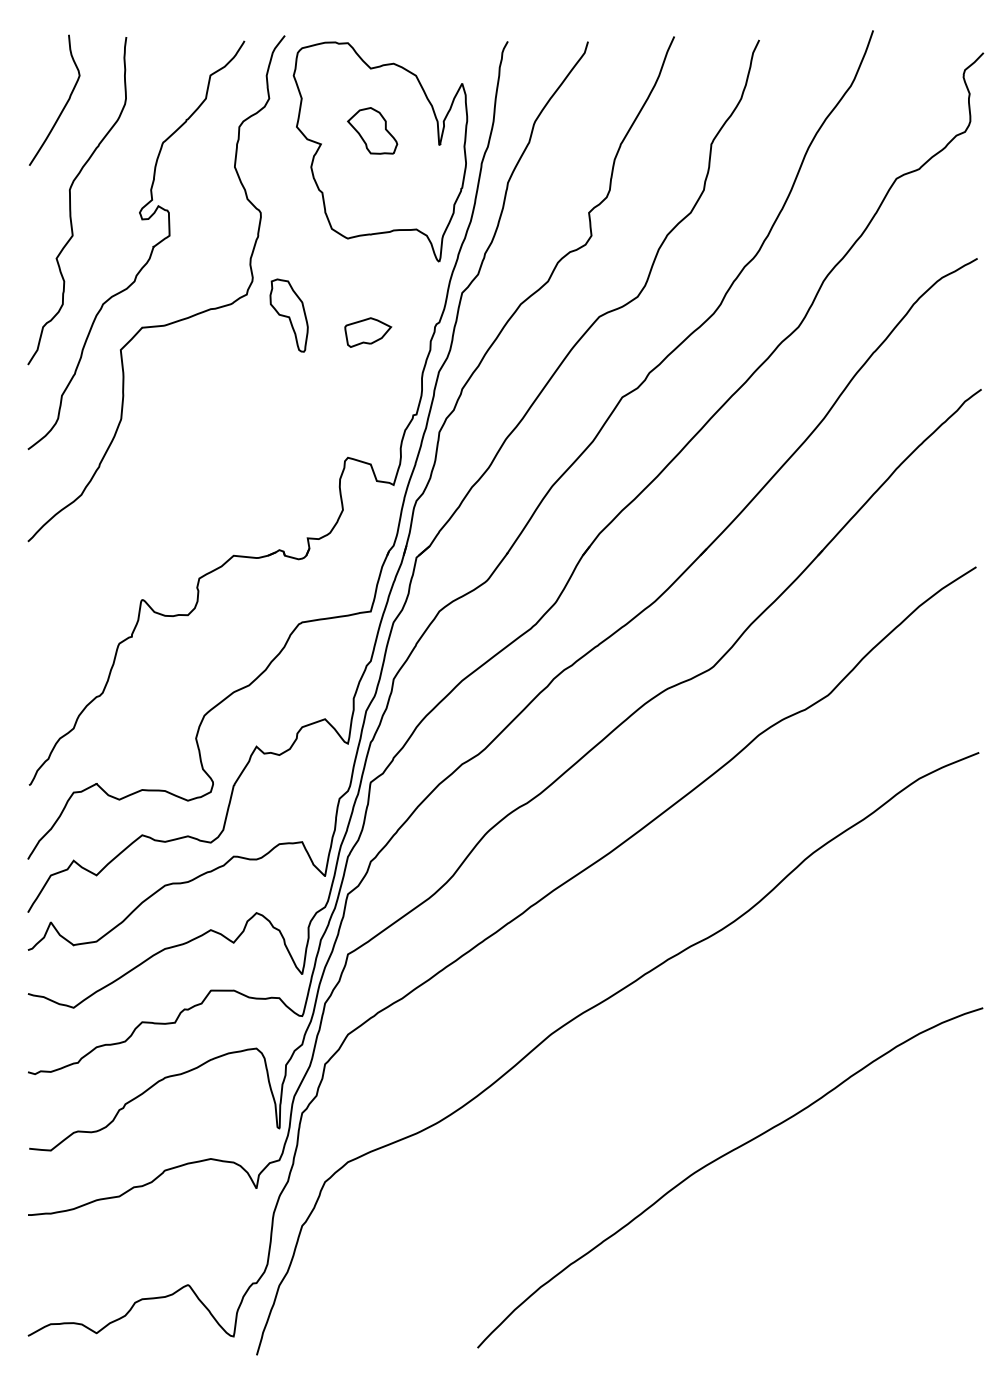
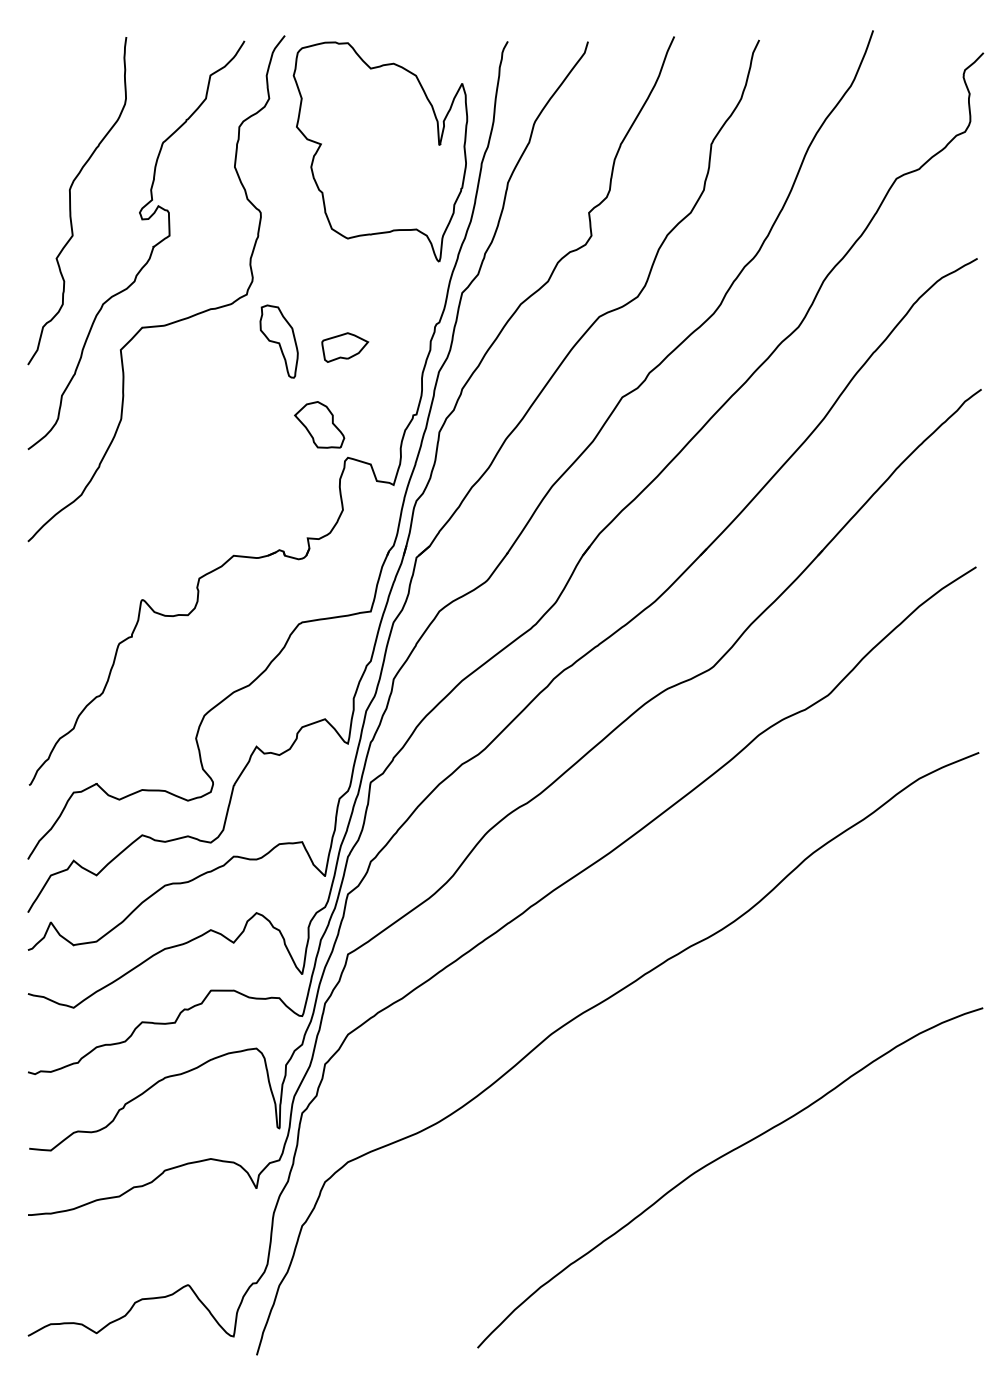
curve at (64, 105): present -> none
part at (372, 130) position: (372, 130) -> (319, 424)
part at (288, 315) position: (288, 315) -> (278, 341)
part at (368, 332) position: (368, 332) -> (345, 347)
